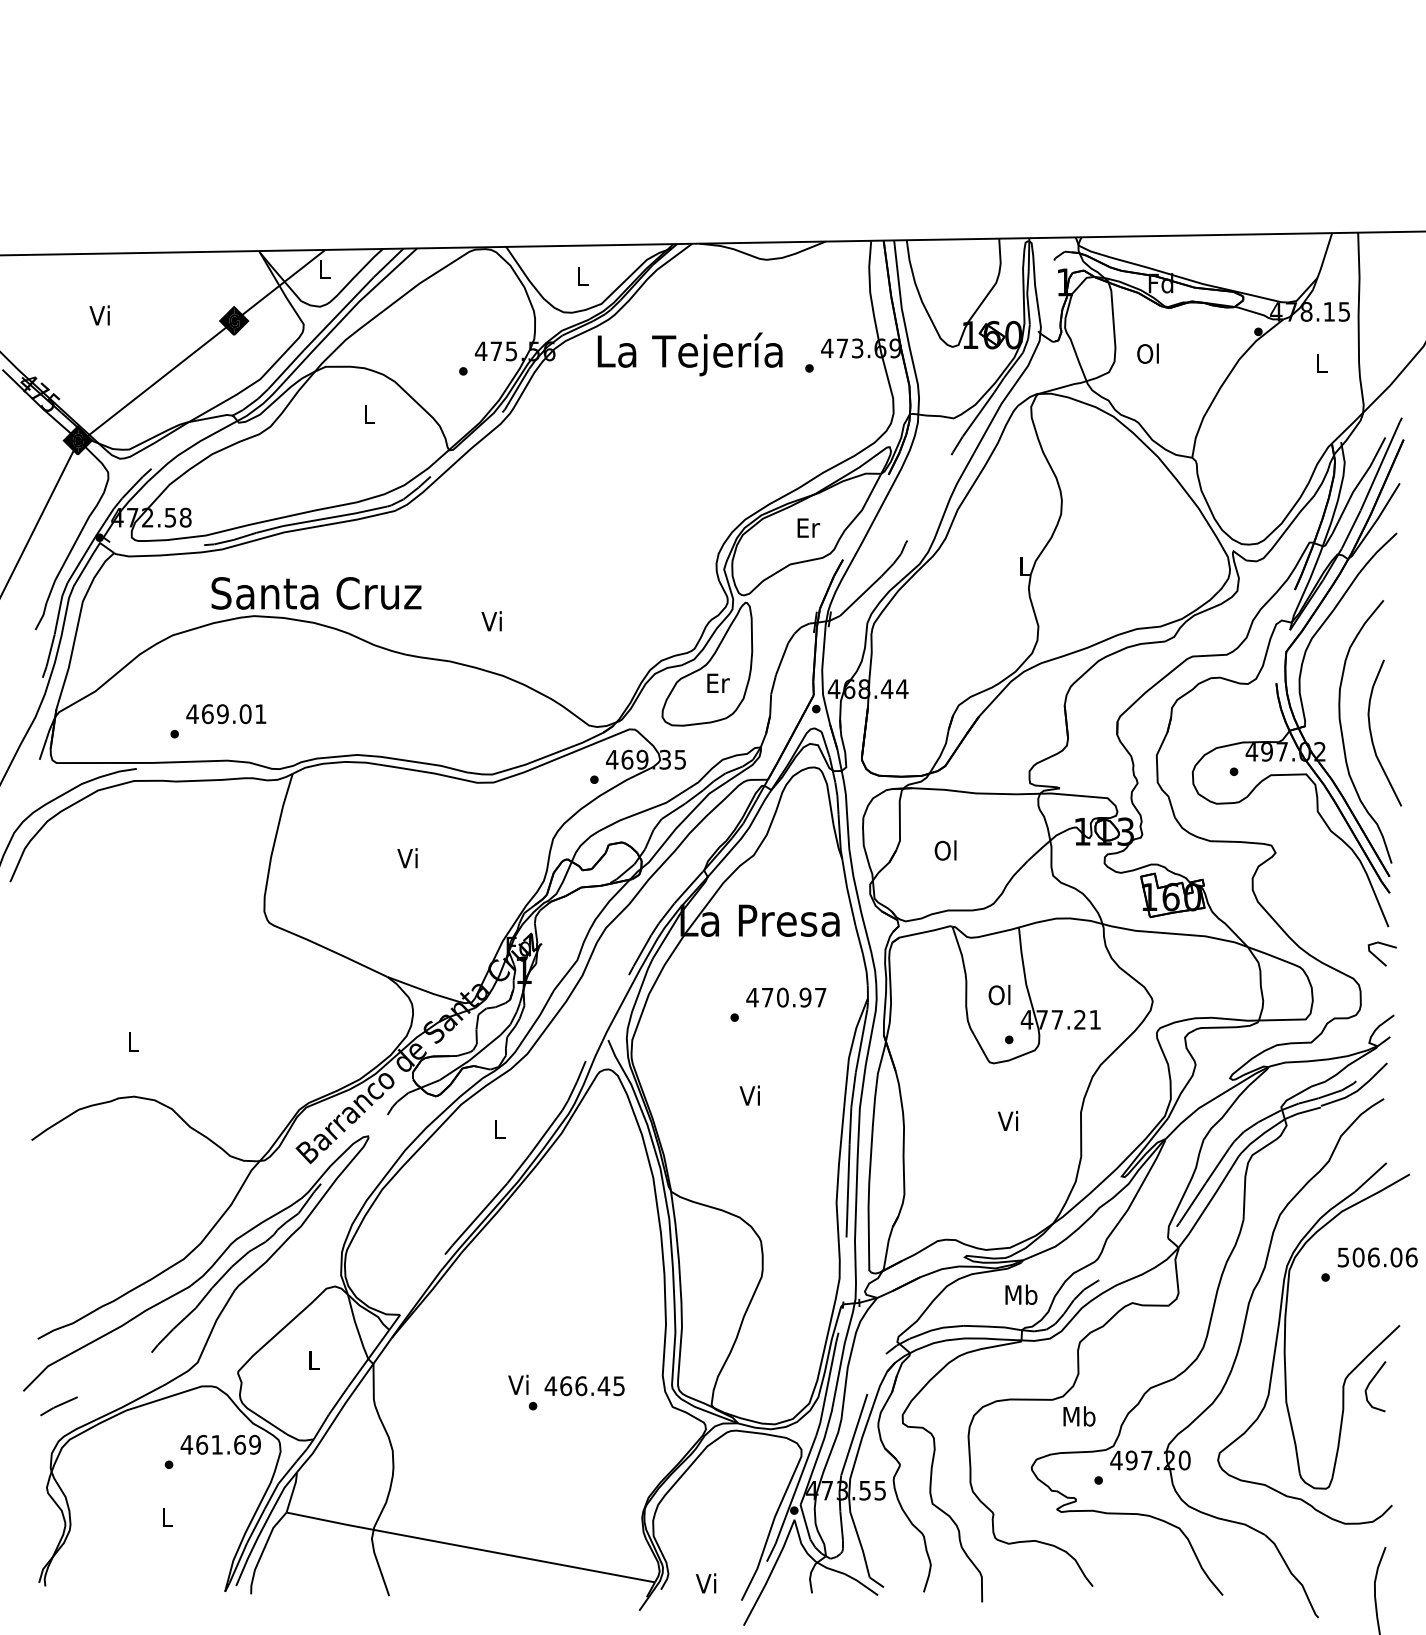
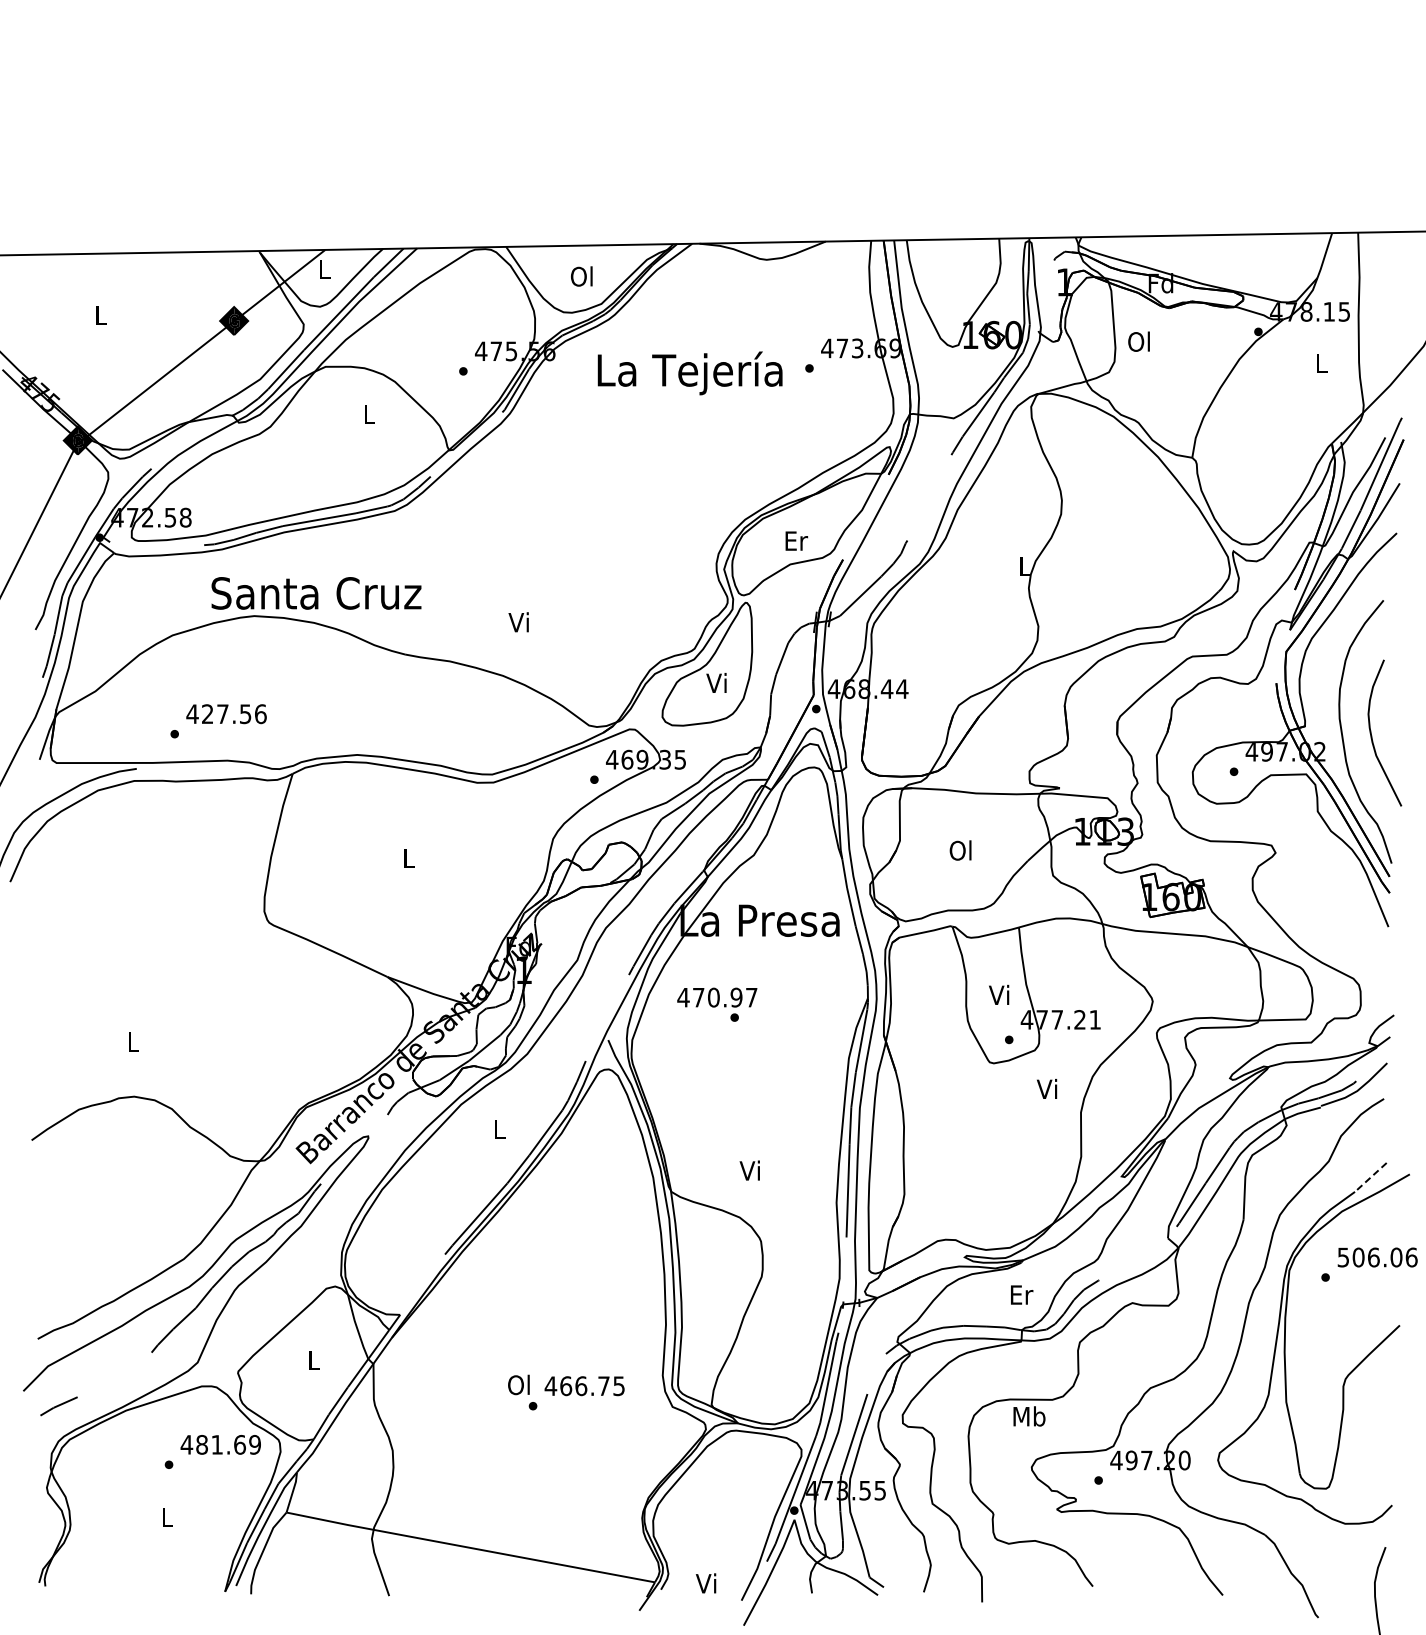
text at (581, 276): L -> Ol
text at (99, 315): Vi -> L
text at (1147, 353) position: (1147, 353) -> (1138, 341)
text at (689, 354) position: (689, 354) -> (689, 373)
text at (808, 527) position: (808, 527) -> (796, 540)
text at (491, 621) position: (491, 621) -> (518, 622)
text at (717, 682): Er -> Vi
text at (234, 714): 469.01 -> 427.56
text at (945, 850) position: (945, 850) -> (960, 850)
text at (407, 858): Vi -> L
line at (1377, 956): present -> none
text at (999, 994): Ol -> Vi
text at (786, 997) position: (786, 997) -> (717, 997)
text at (749, 1095) position: (749, 1095) -> (749, 1170)
text at (1008, 1120) position: (1008, 1120) -> (1047, 1088)
line at (1370, 1177): solid -> dashed
text at (1021, 1294): Mb -> Er
curve at (1371, 1382): present -> none
text at (518, 1384): Vi -> Ol
text at (603, 1385): 466.45 -> 466.75
text at (1079, 1416) position: (1079, 1416) -> (1029, 1416)
text at (202, 1444): 461.69 -> 481.69
